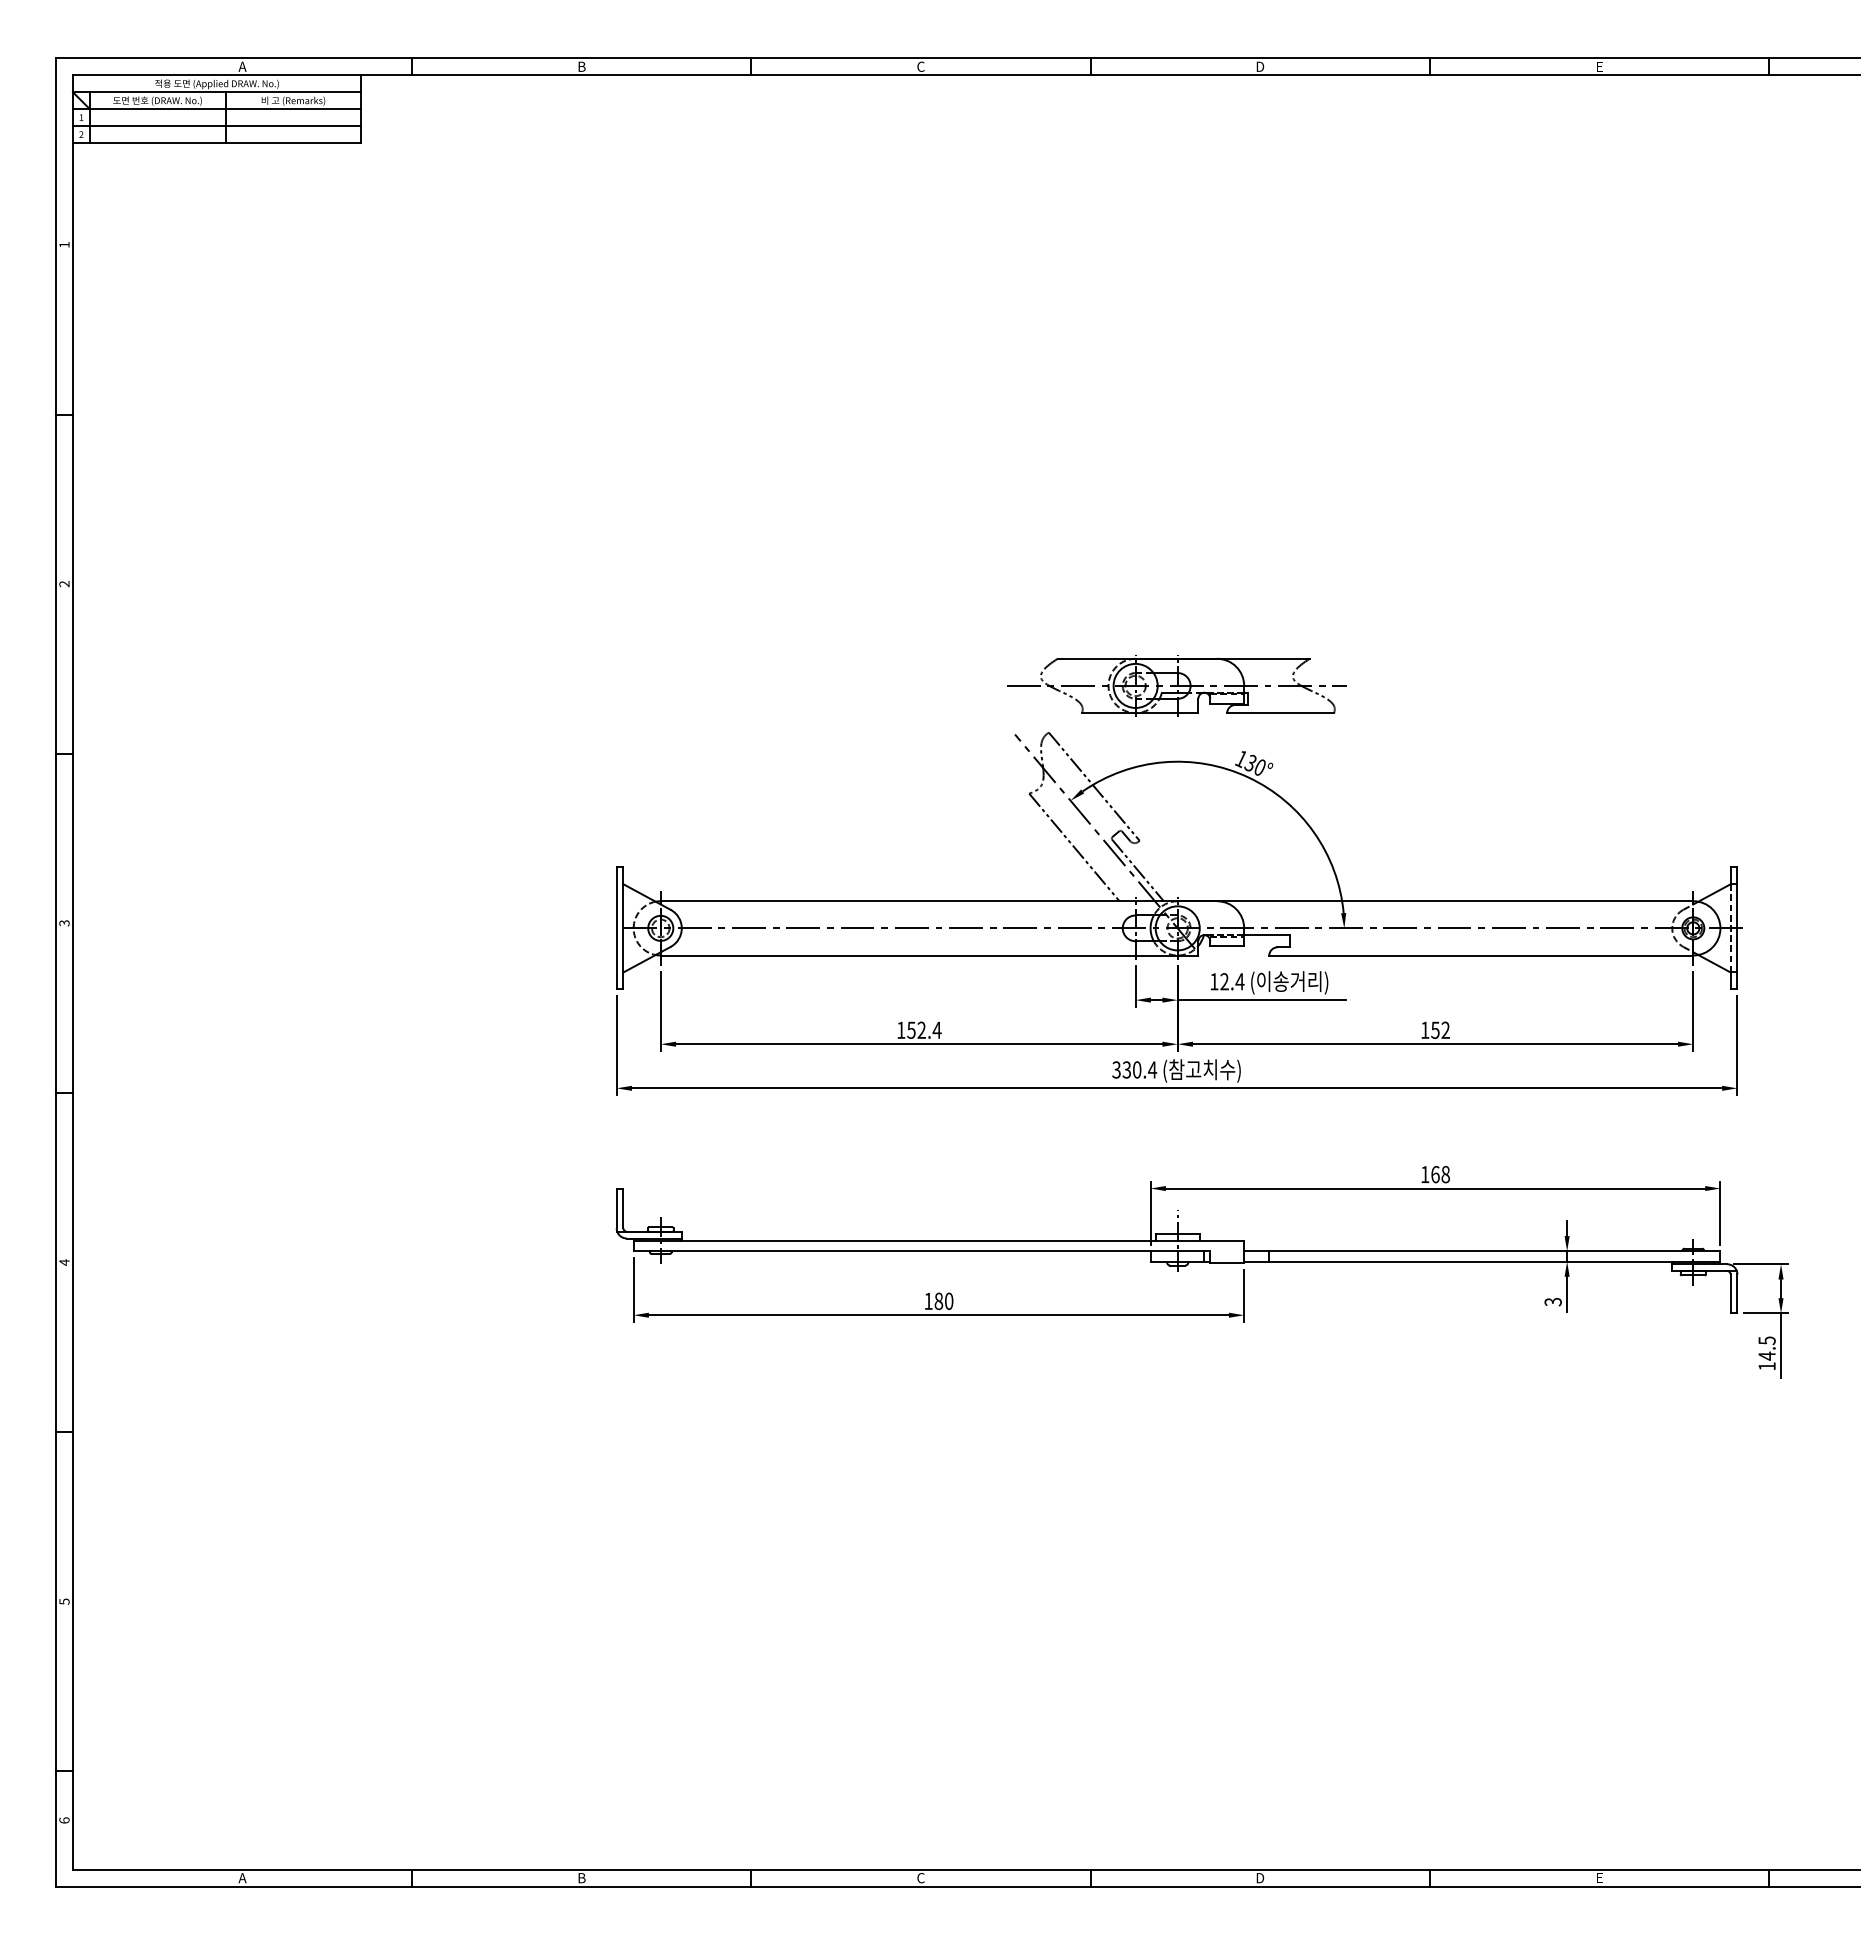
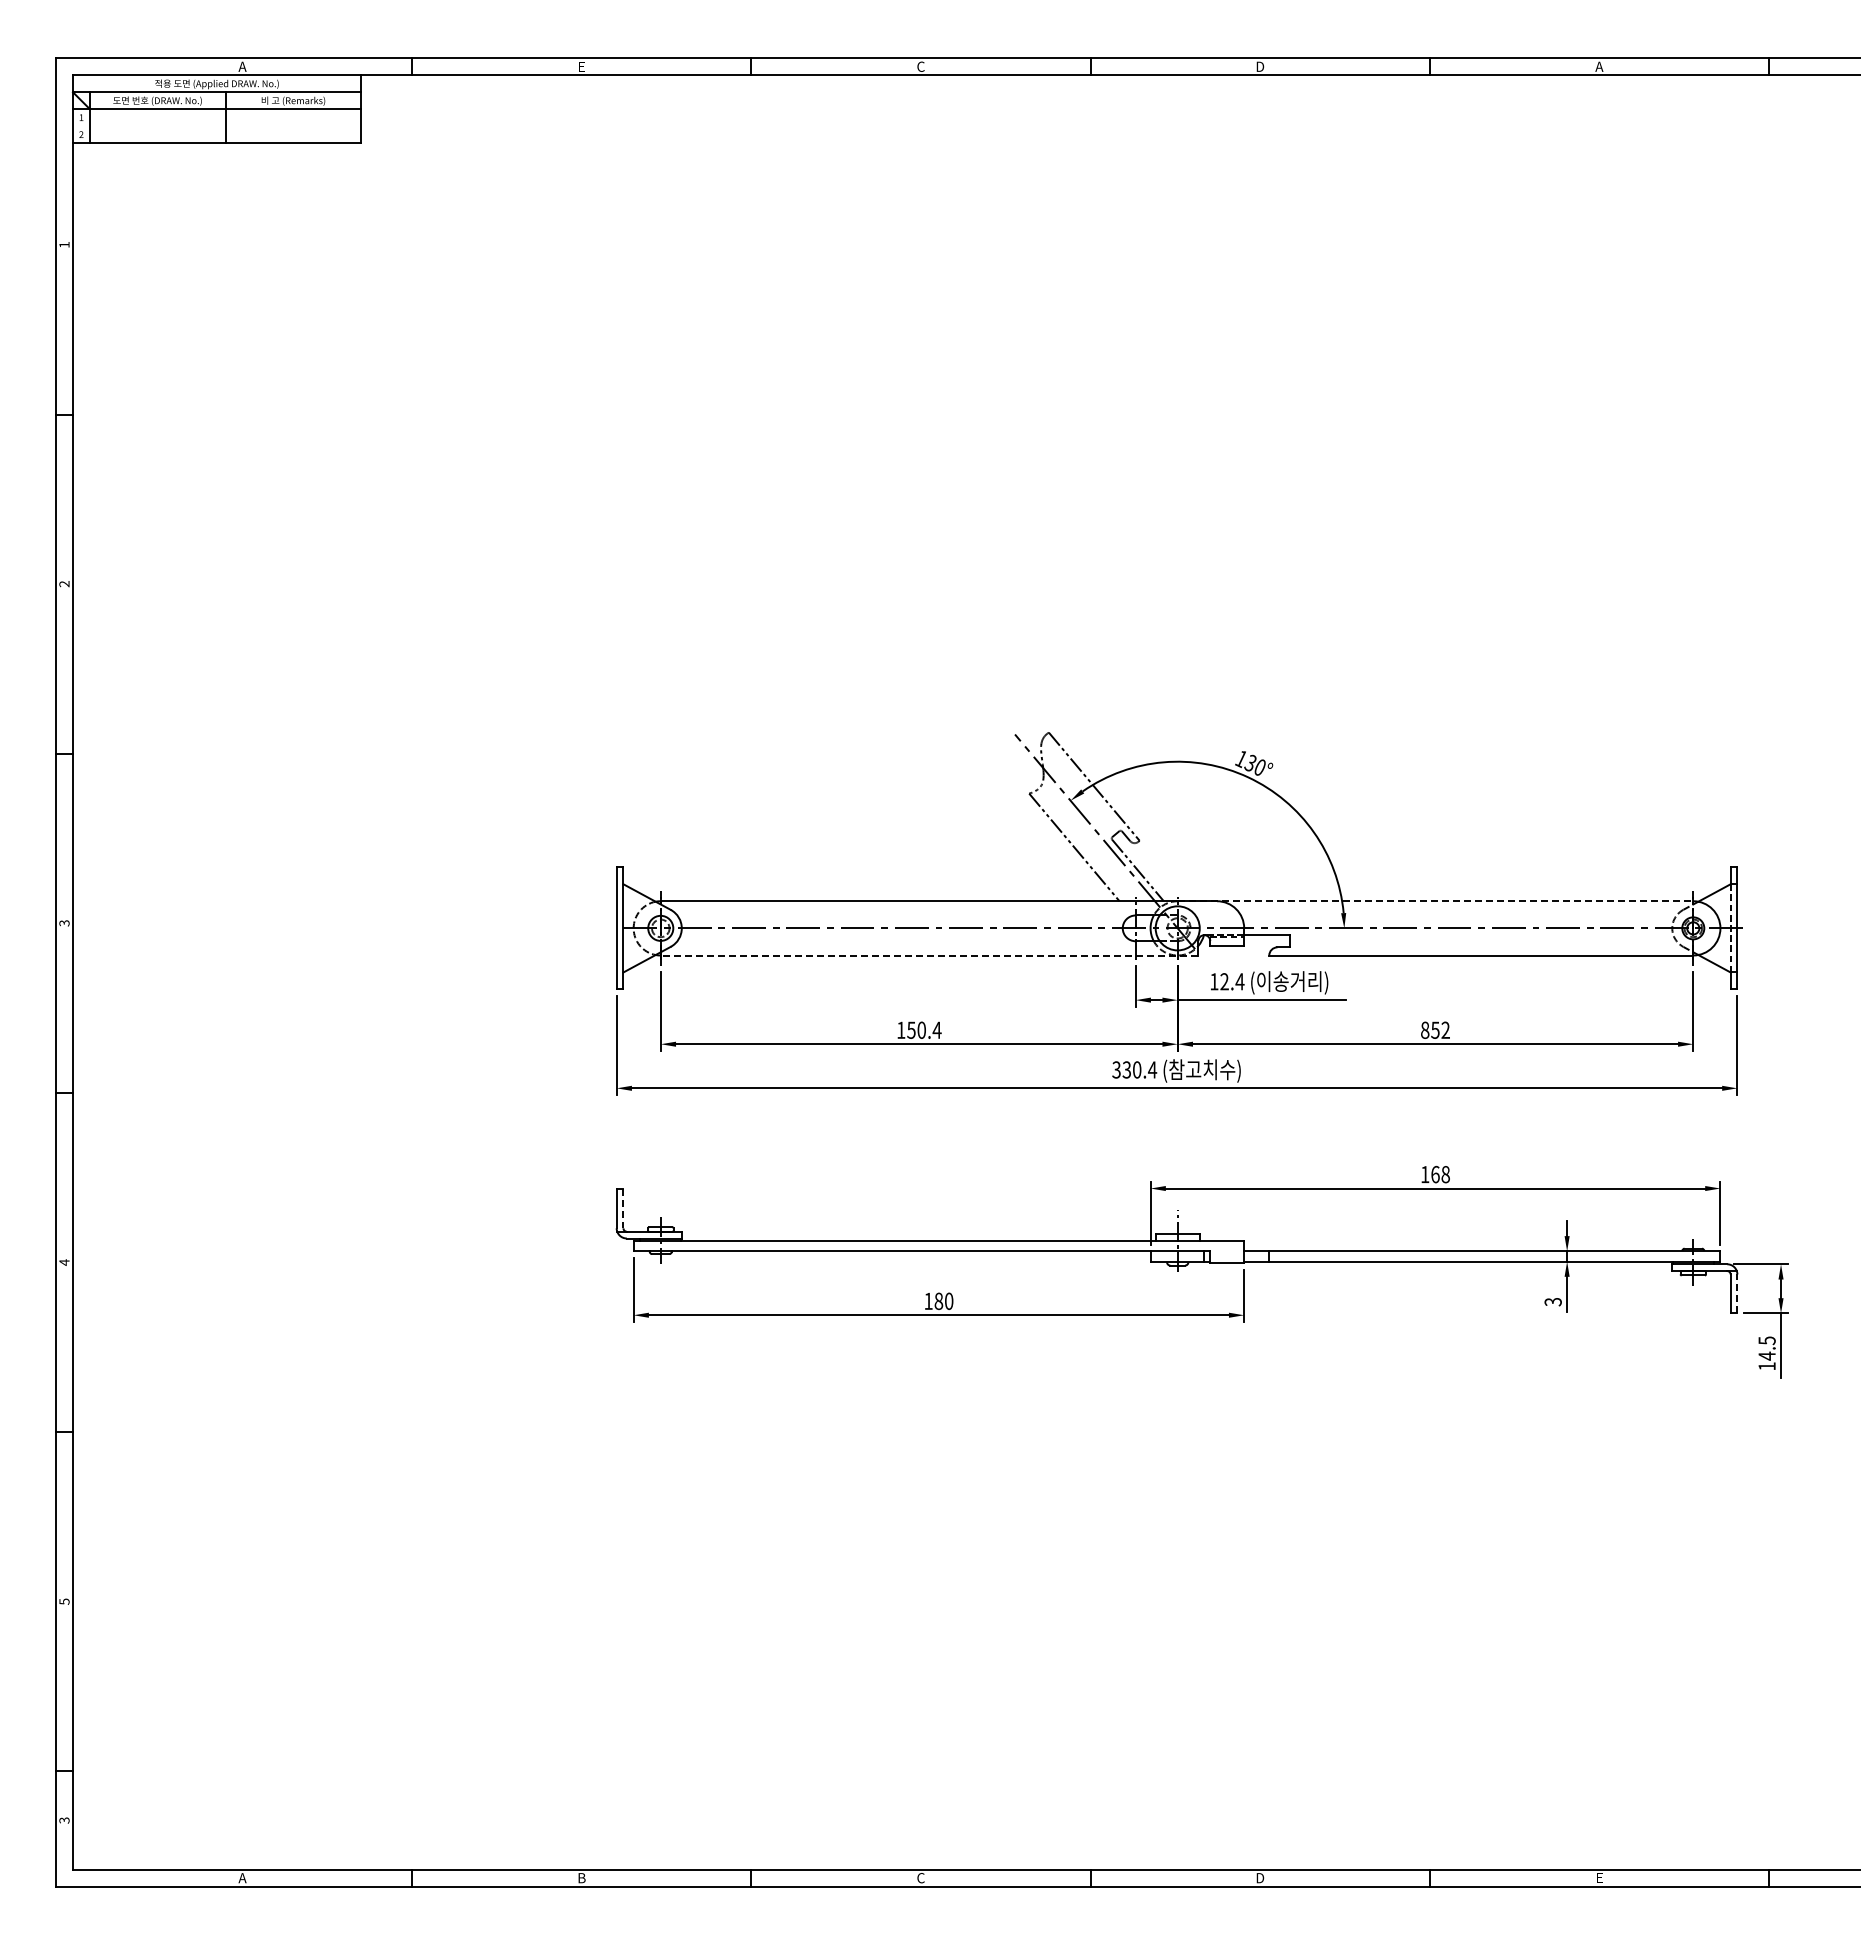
text at (581, 66): B -> E
text at (1599, 66): E -> A
line at (216, 126): present -> none
part at (1176, 685): present -> none
line at (1435, 901): solid -> dashed
line at (929, 955): solid -> dashed
text at (921, 1029): 152.4 -> 150.4
text at (1425, 1029): 152 -> 852
line at (623, 1208): solid -> dashed
line at (1737, 1293): solid -> dashed
text at (64, 1820): 6 -> 3
